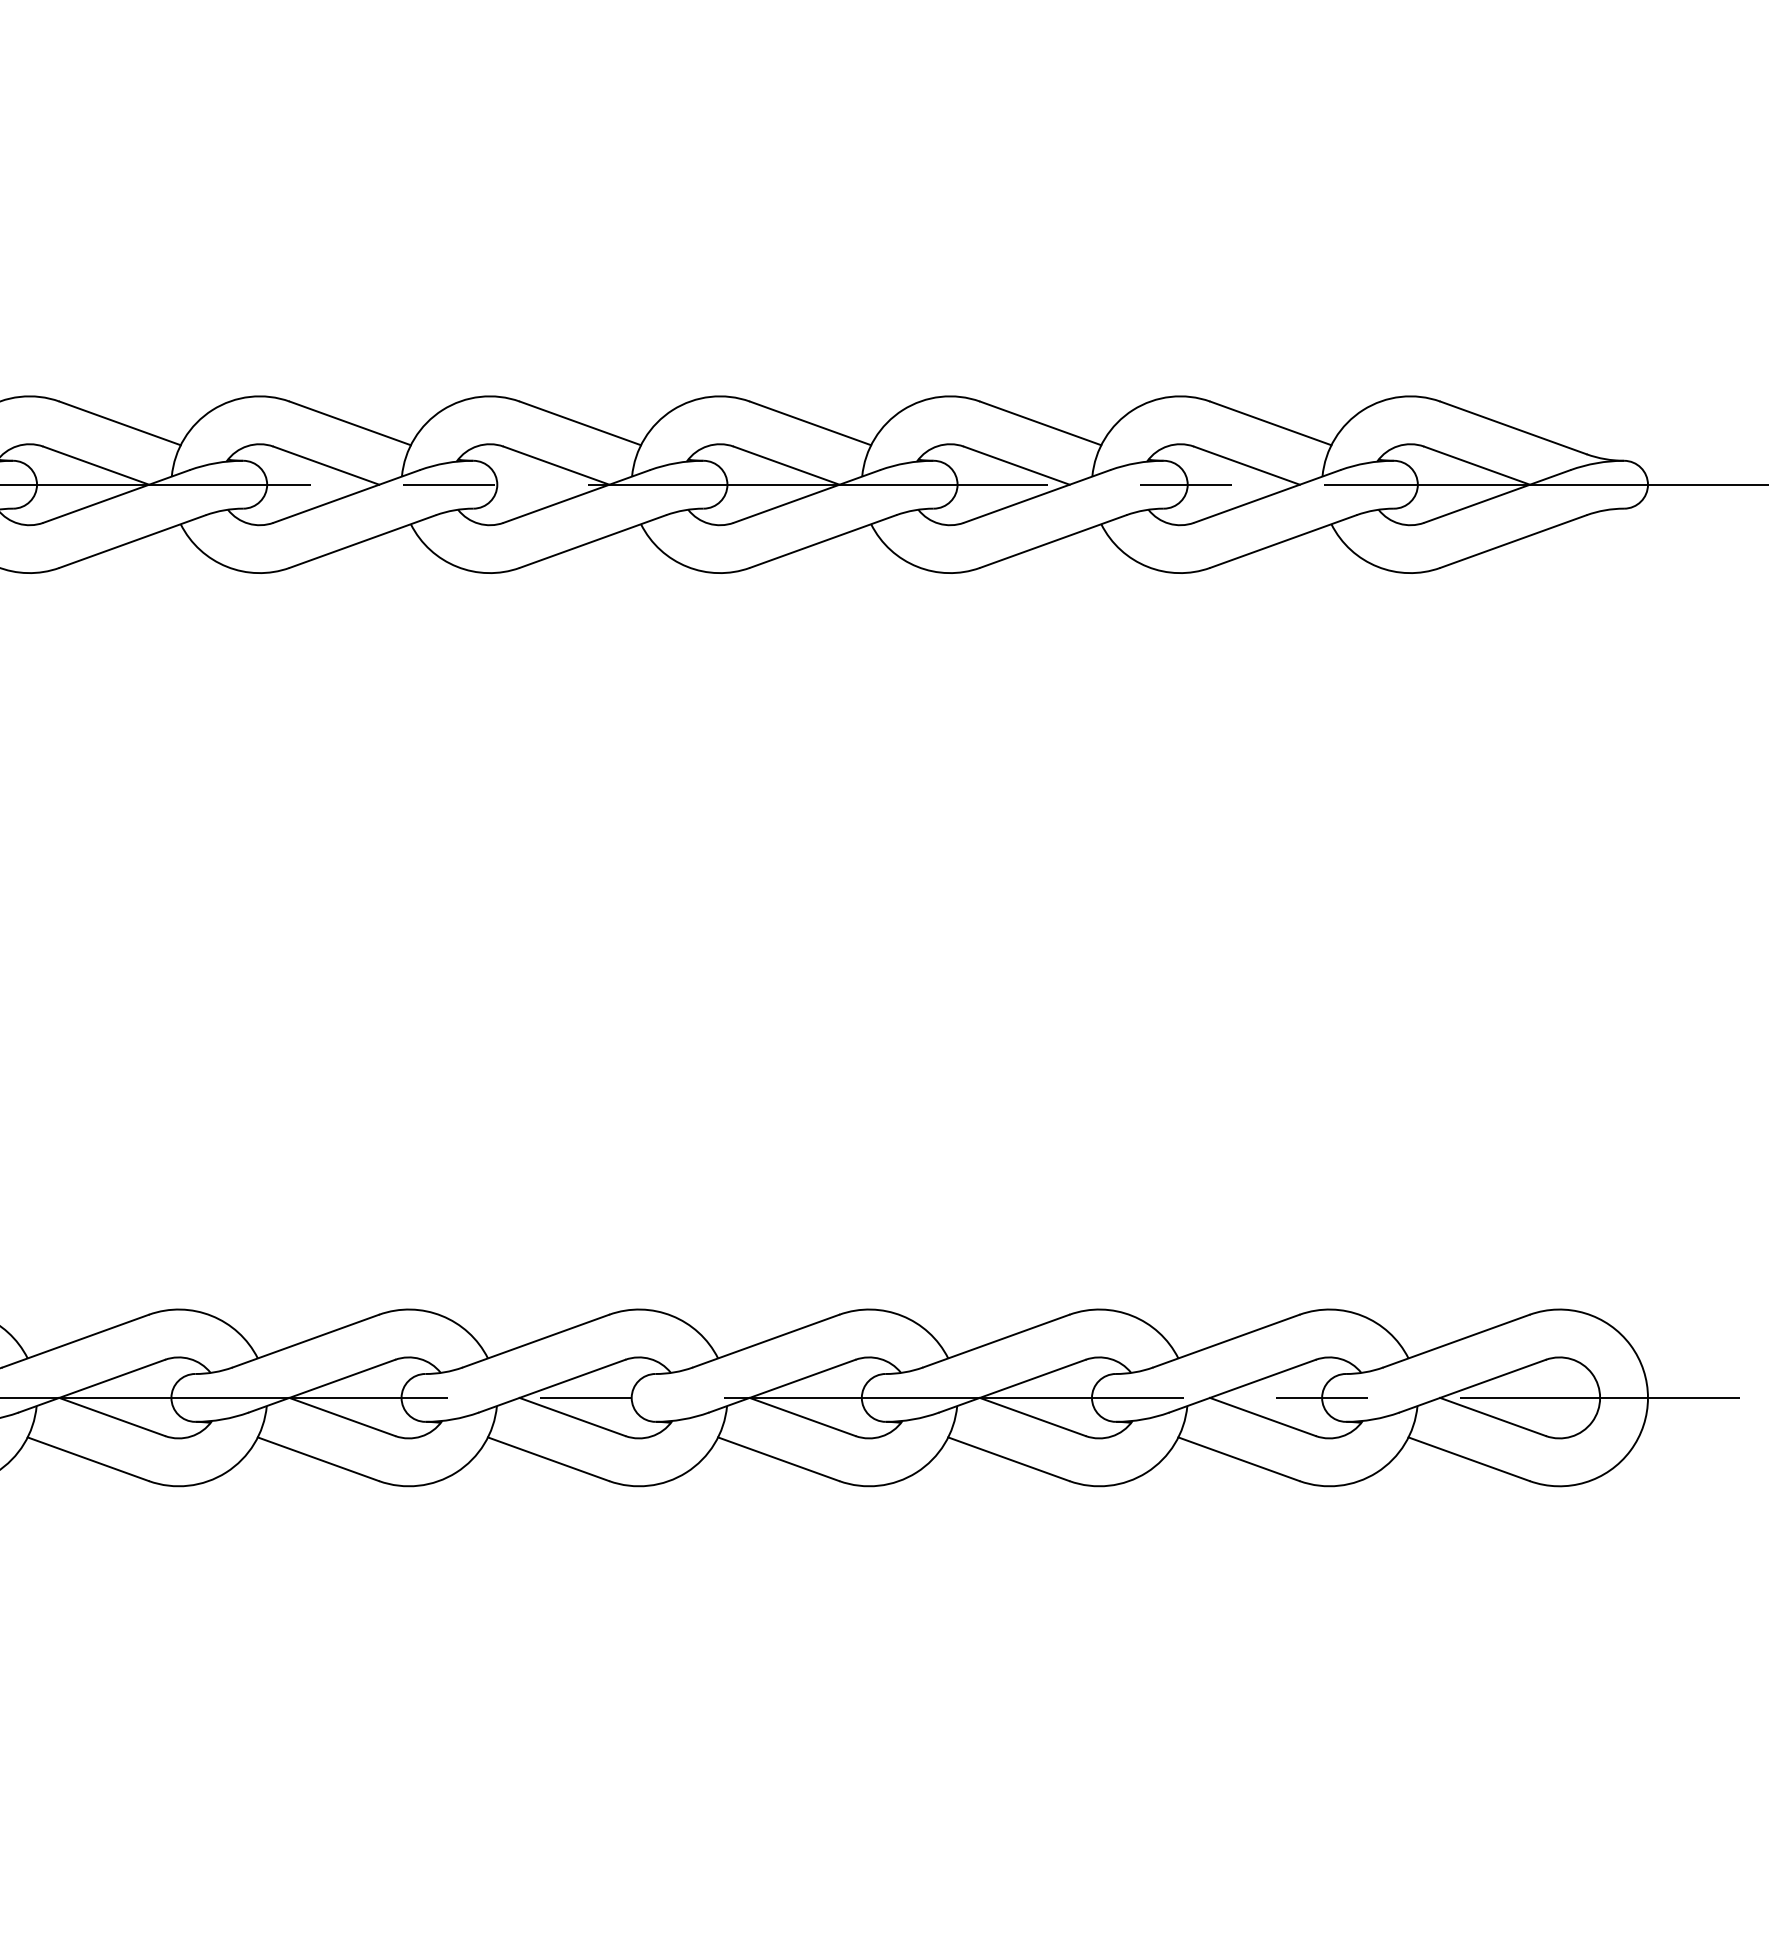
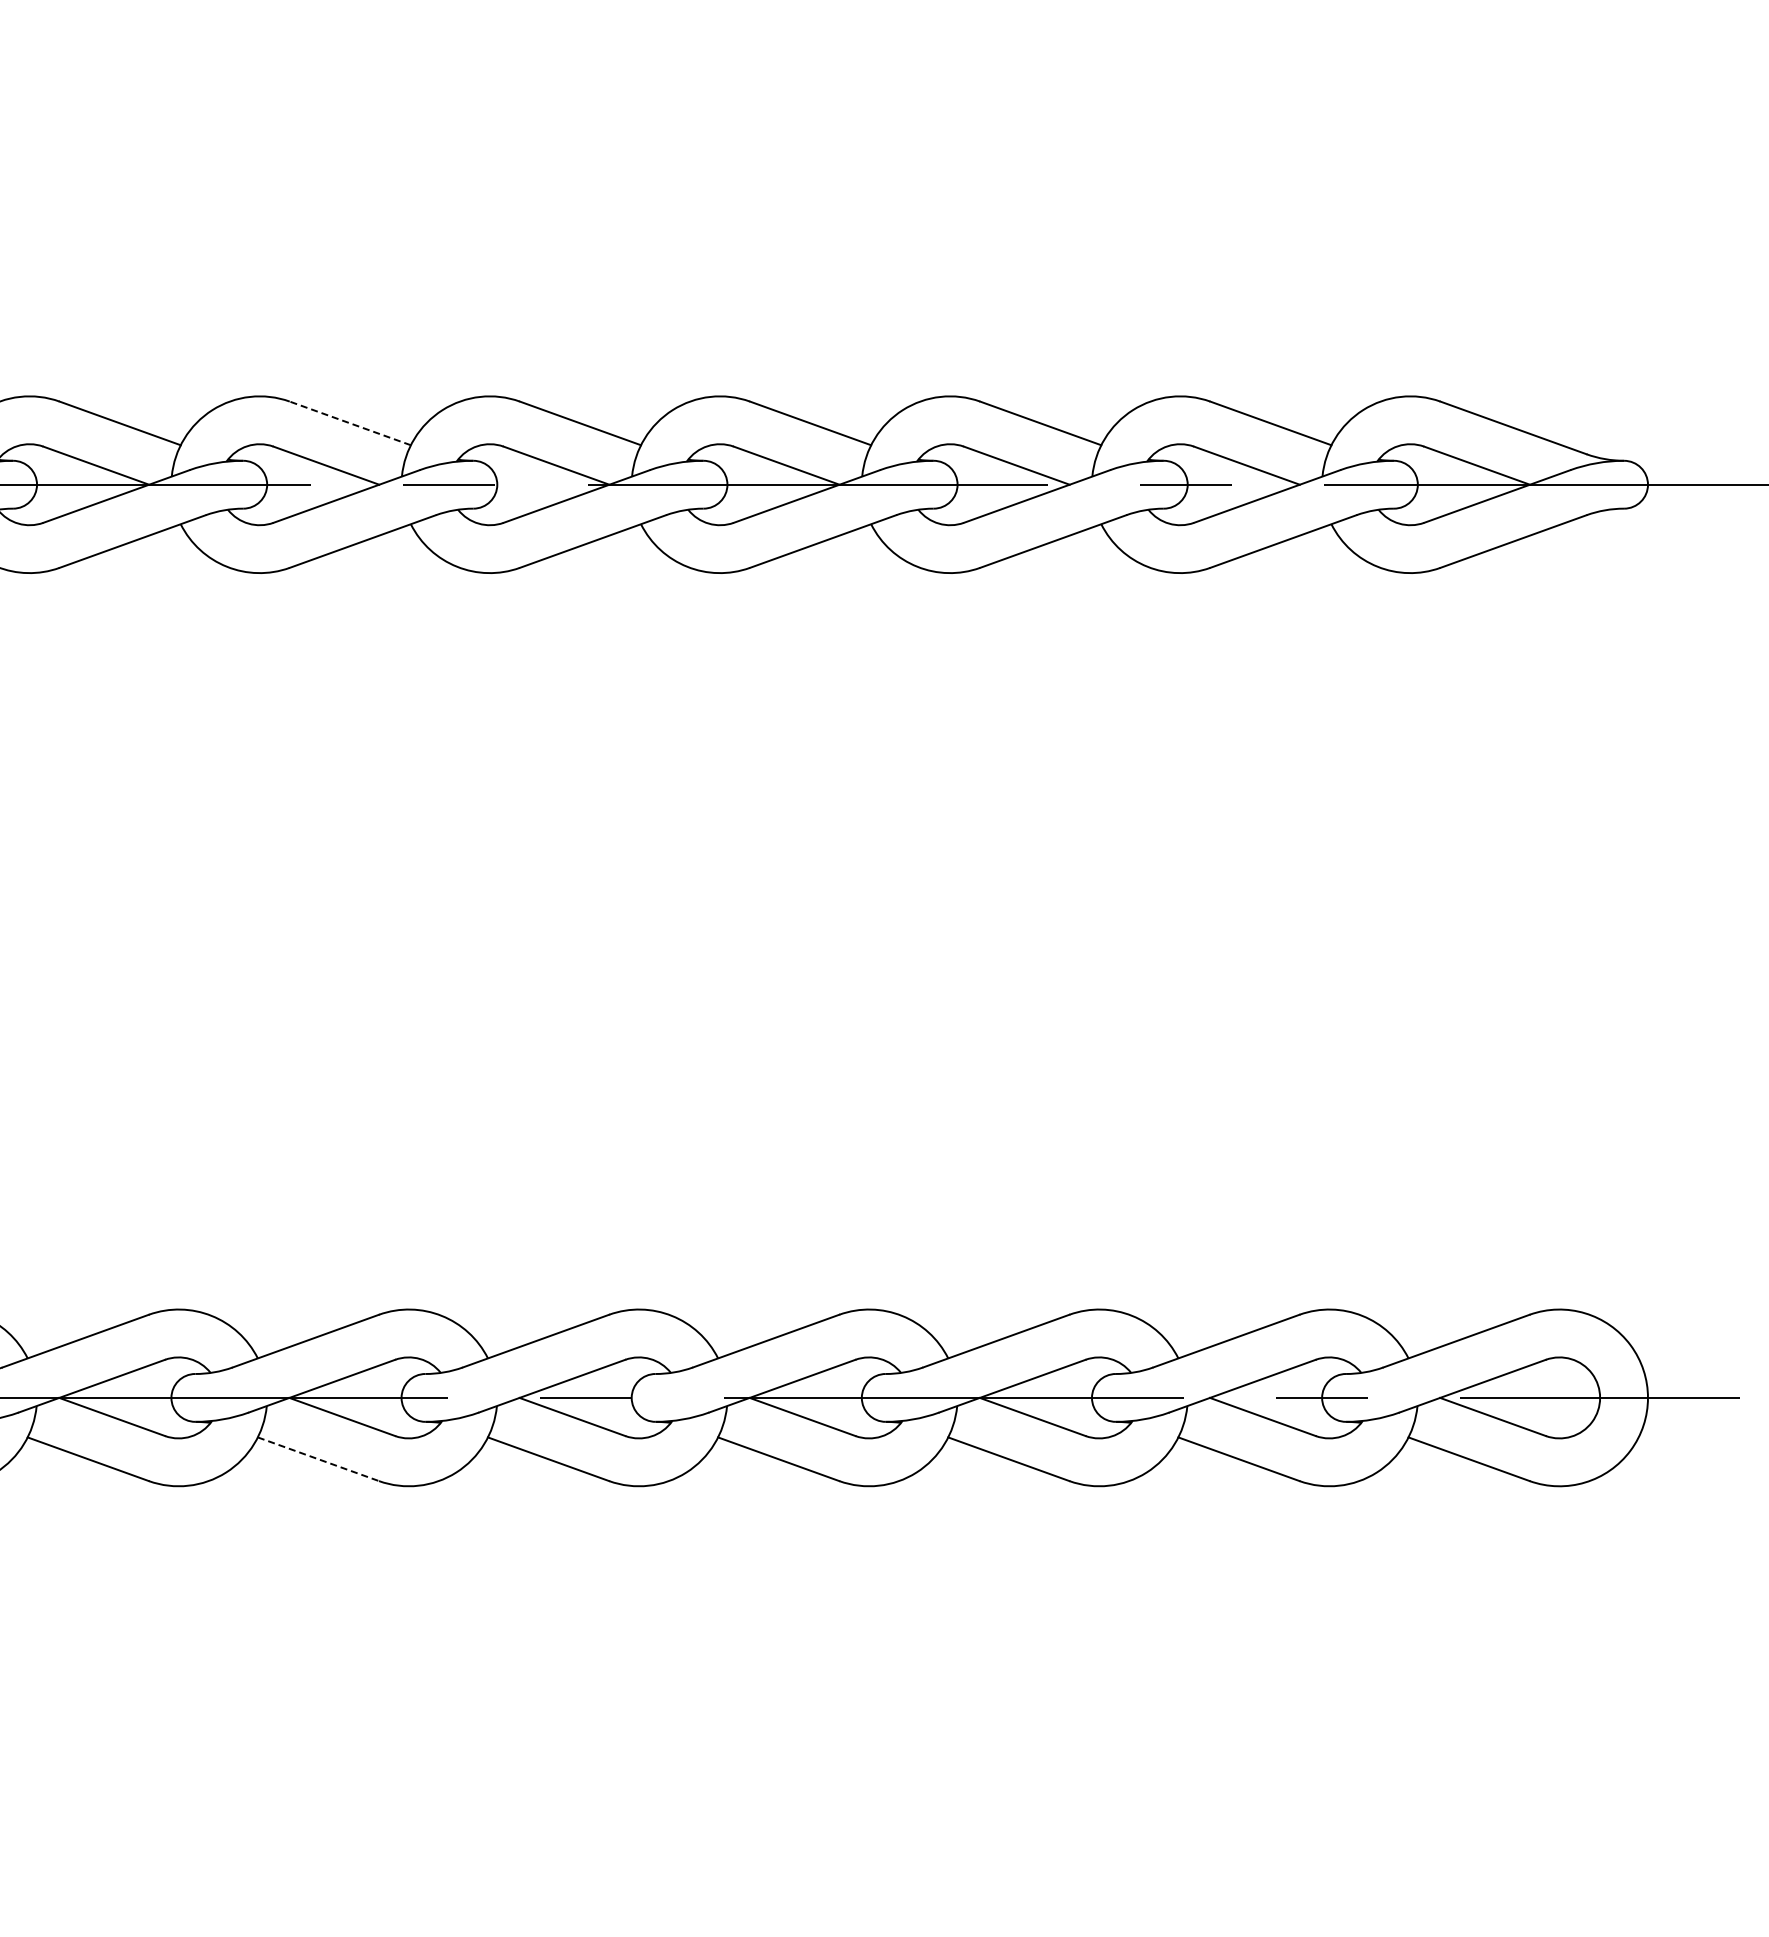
line at (349, 423): solid -> dashed
line at (318, 1459): solid -> dashed
